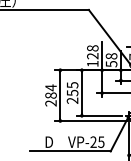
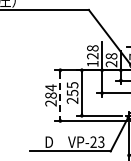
text at (111, 64): 58 -> 28
line at (60, 95): solid -> dashed
text at (101, 141): VP-25 -> VP-23
